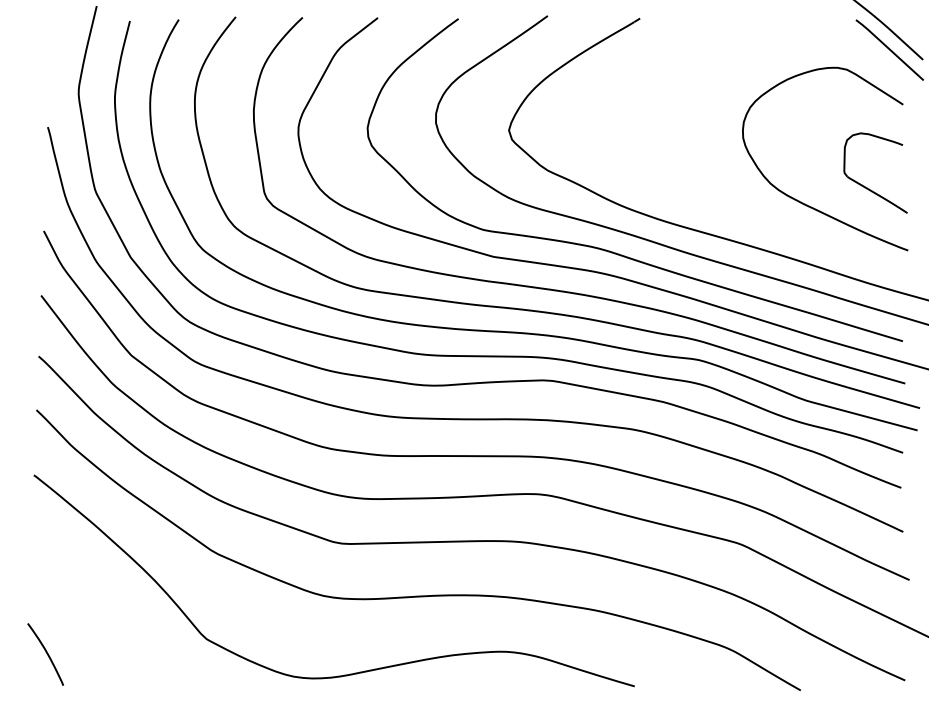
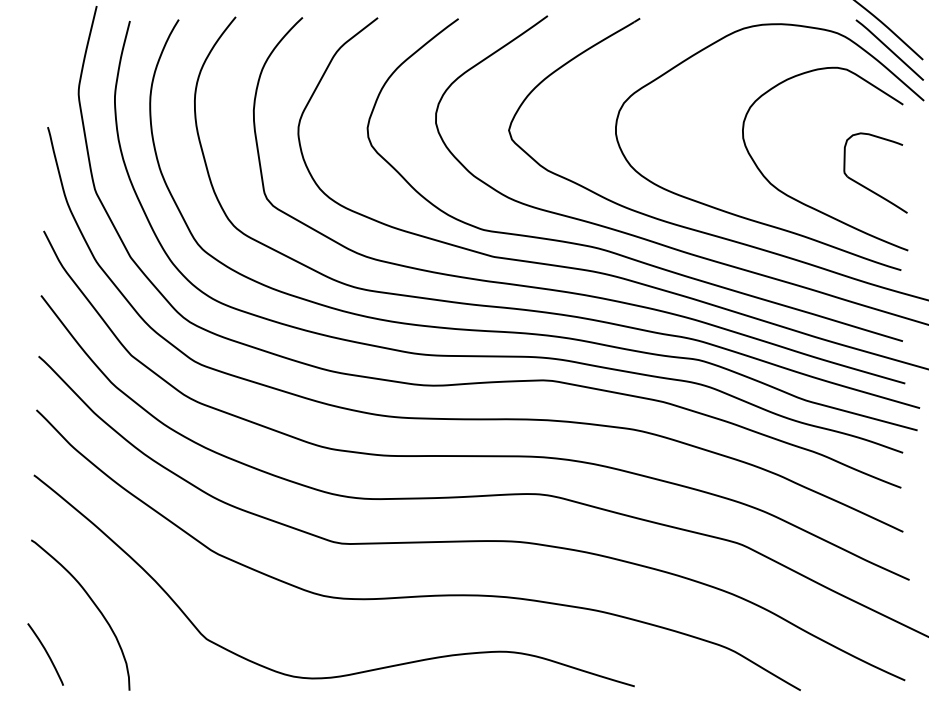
curve at (746, 217): none -> present
curve at (93, 604): none -> present
